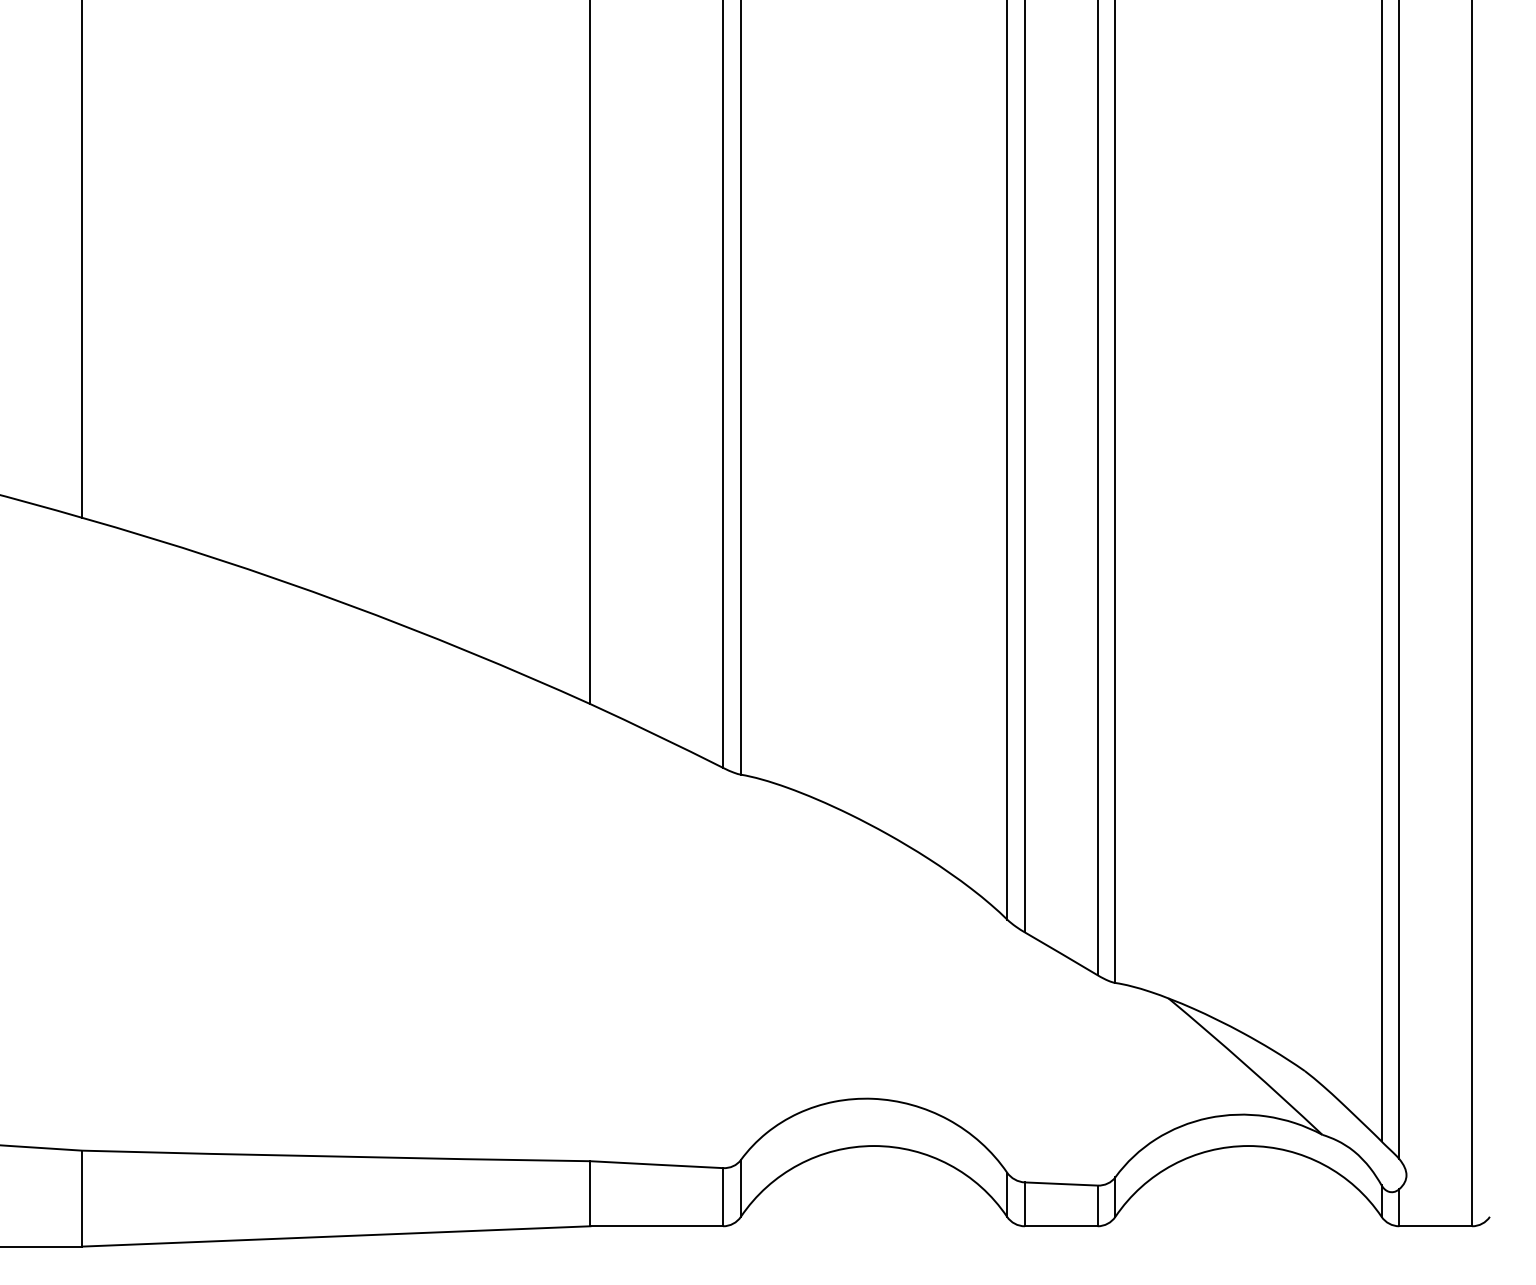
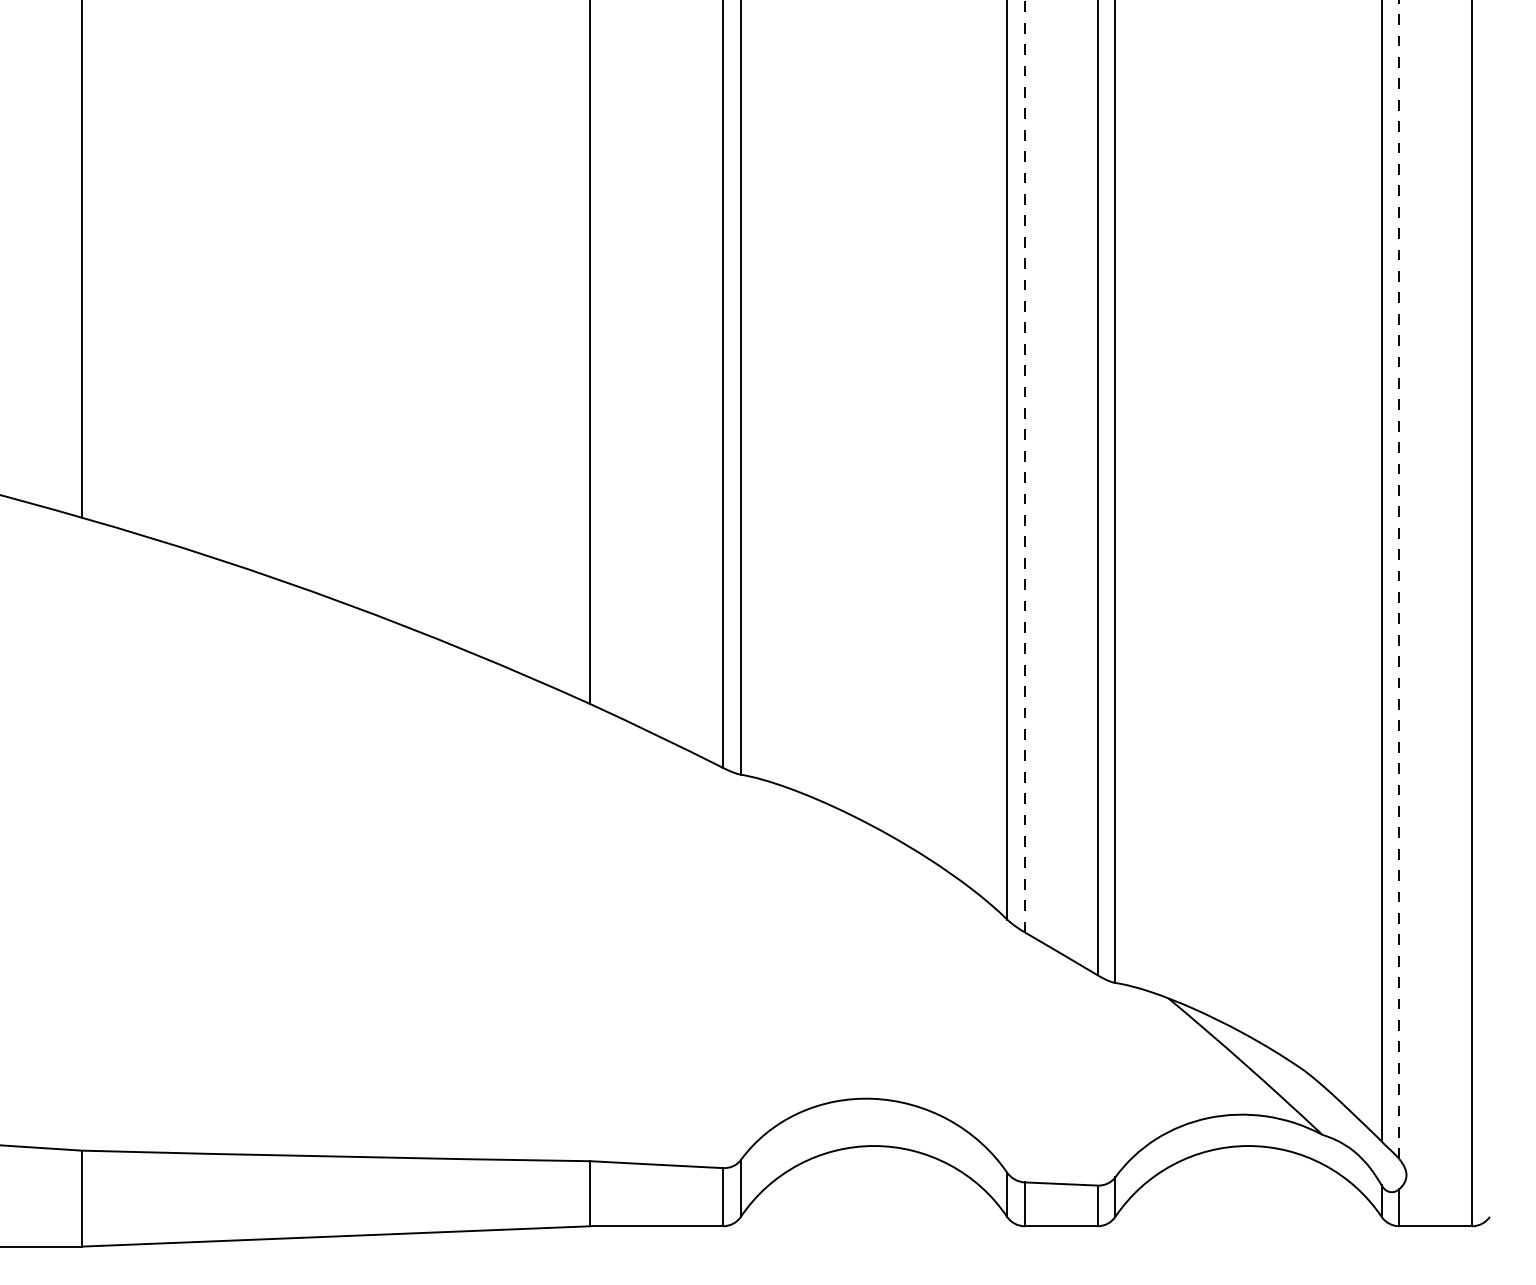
line at (1024, 466): solid -> dashed
line at (1399, 579): solid -> dashed
